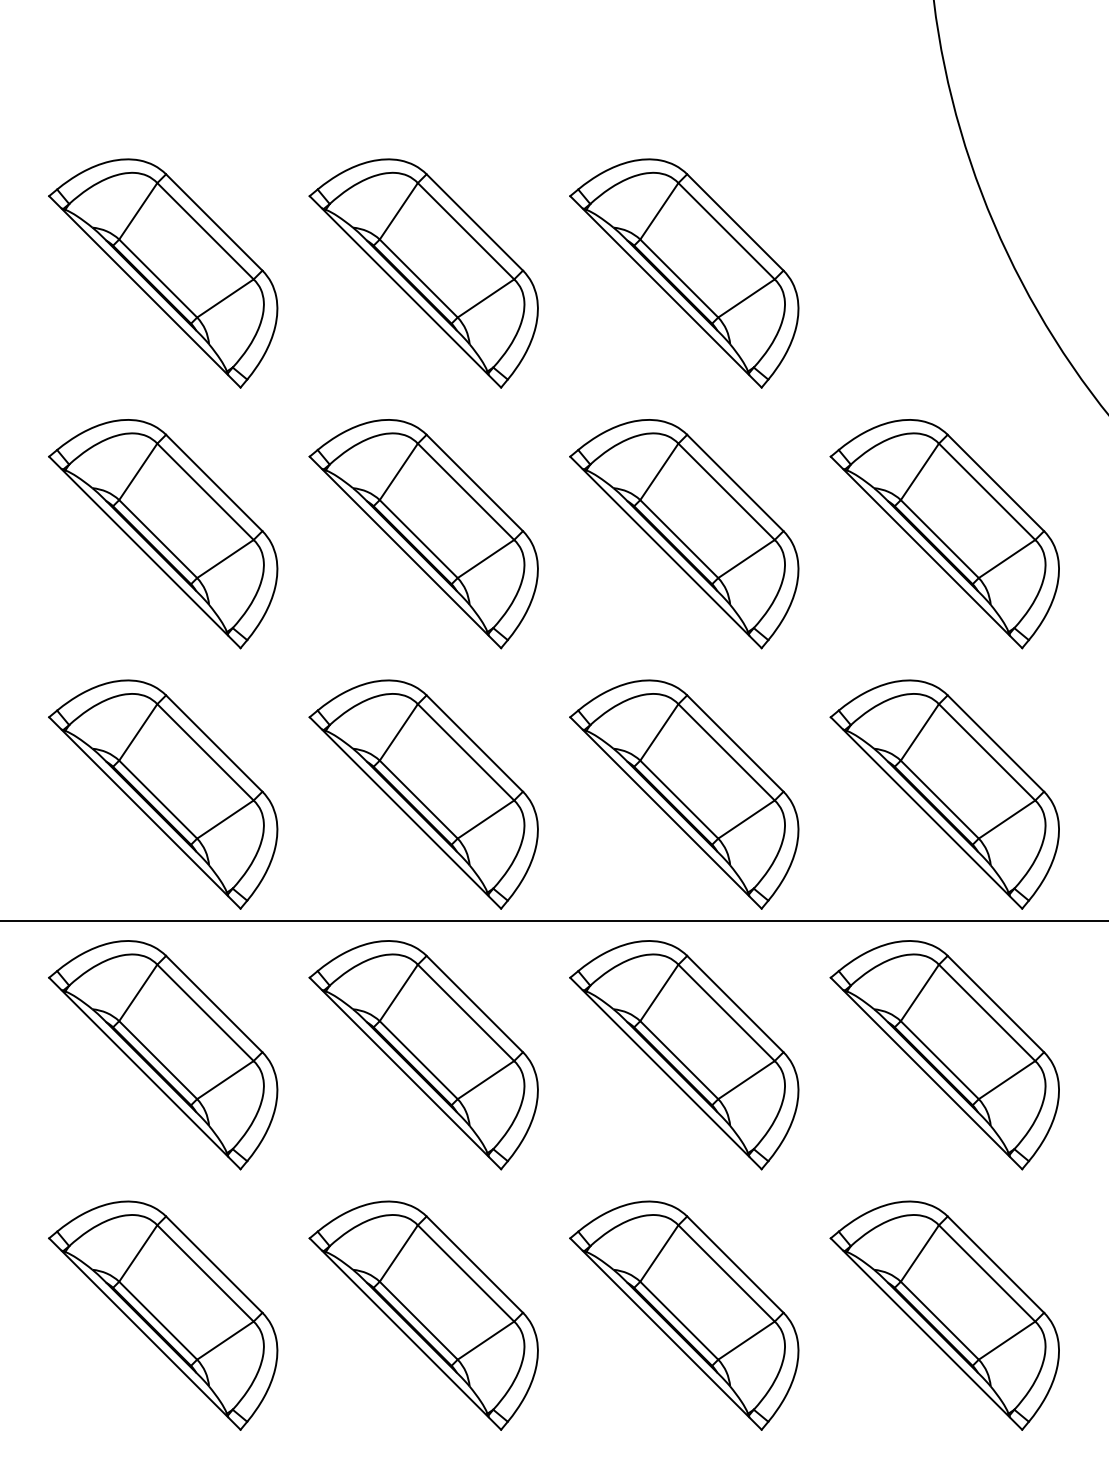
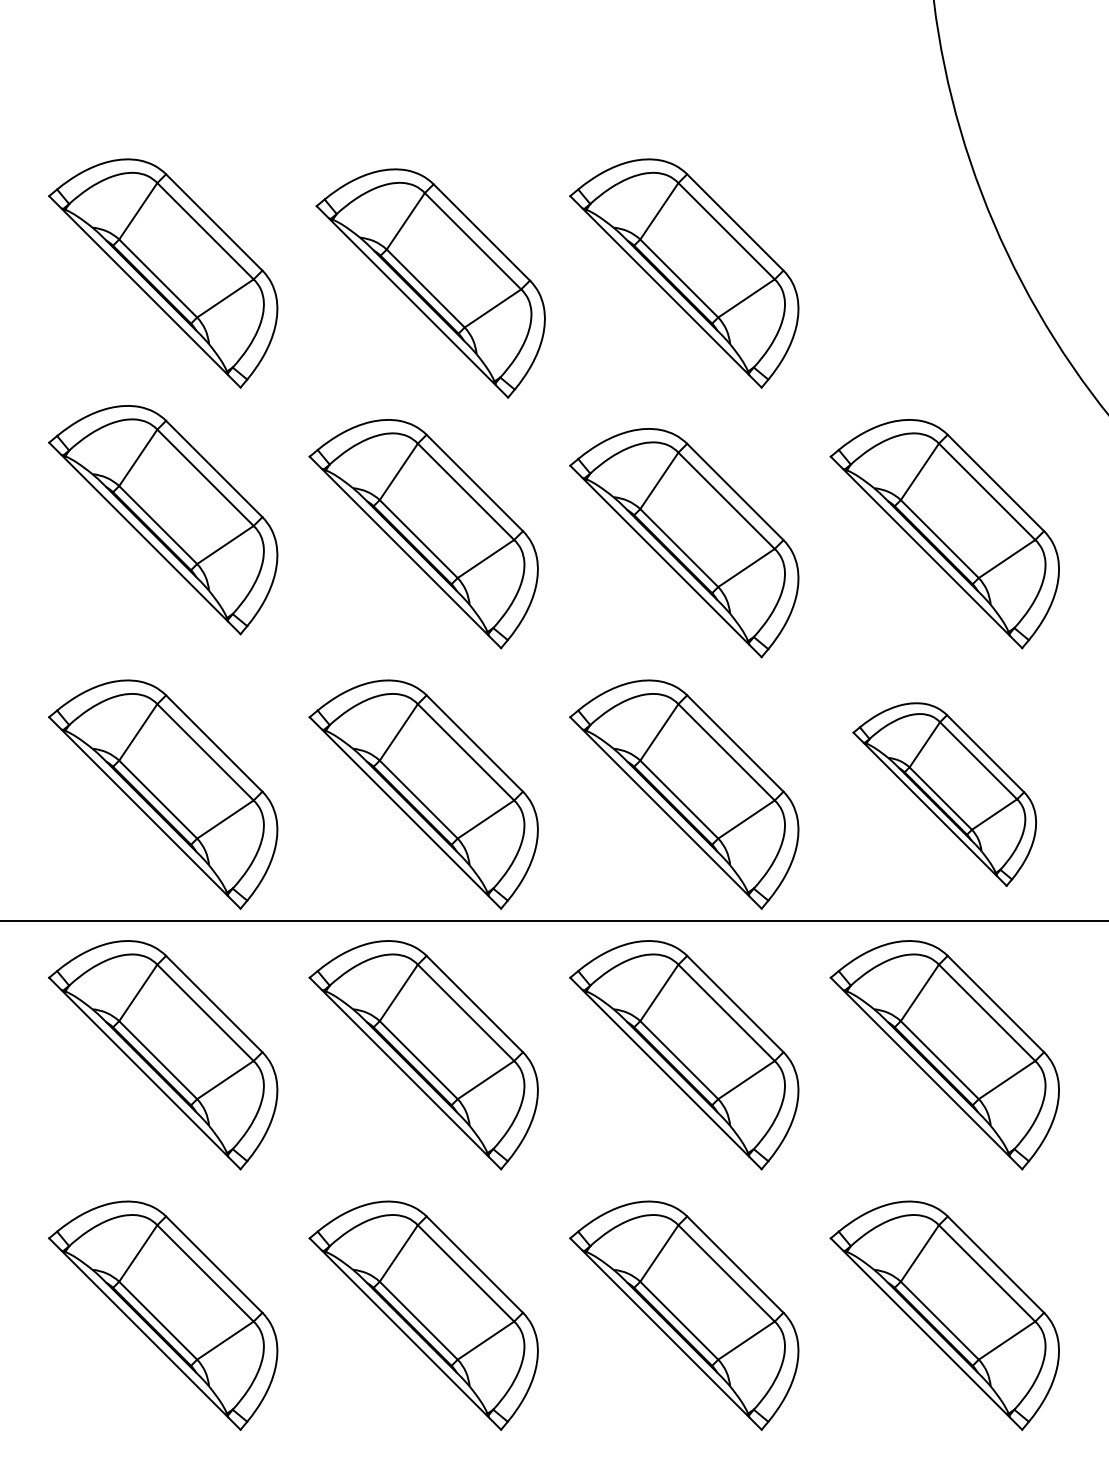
part at (423, 273) position: (423, 273) -> (430, 283)
part at (163, 534) position: (163, 534) -> (163, 520)
part at (684, 534) position: (684, 534) -> (684, 543)
part at (944, 794) size: 231x231 px -> 185x185 px
